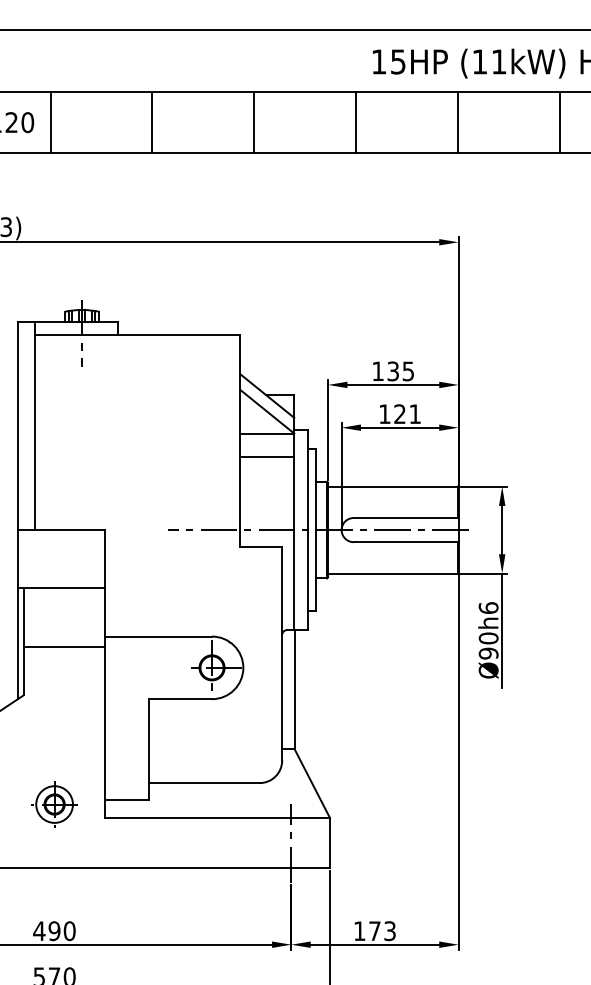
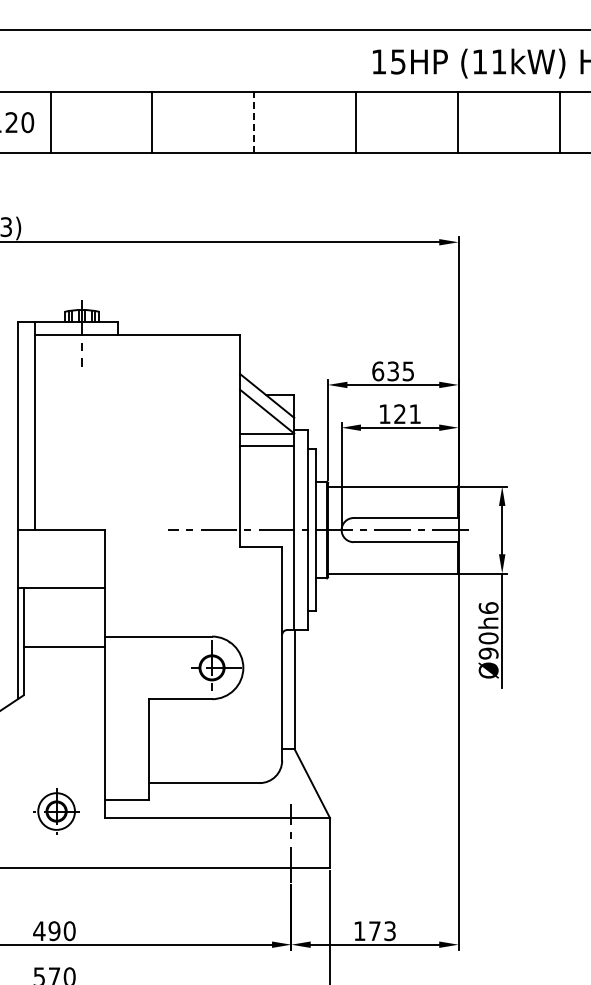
line at (254, 122): solid -> dashed
text at (378, 371): 135 -> 635
line at (267, 456) position: (267, 456) -> (267, 445)
part at (54, 804) position: (54, 804) -> (56, 811)
